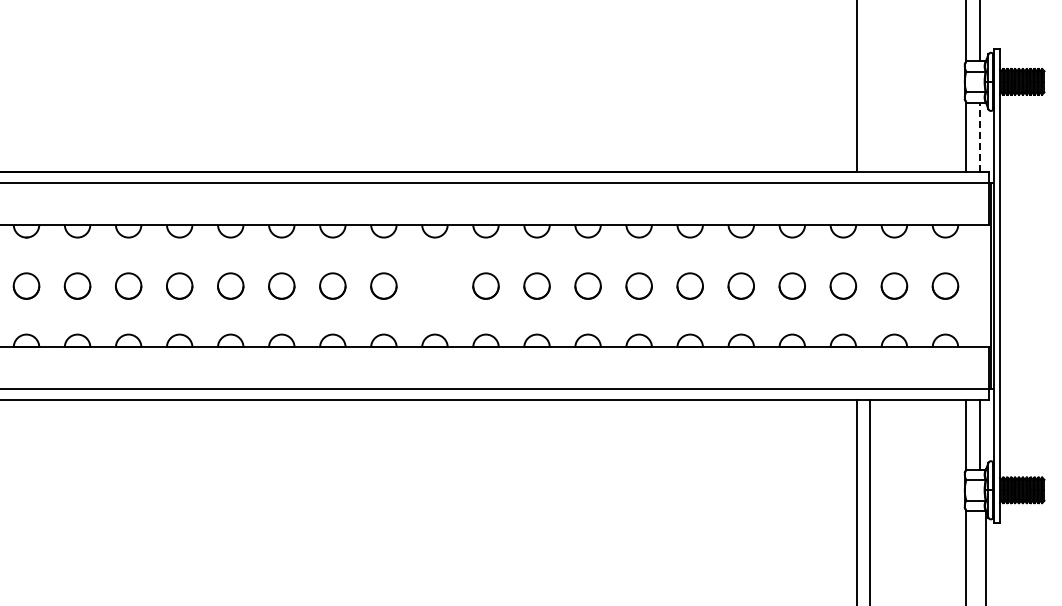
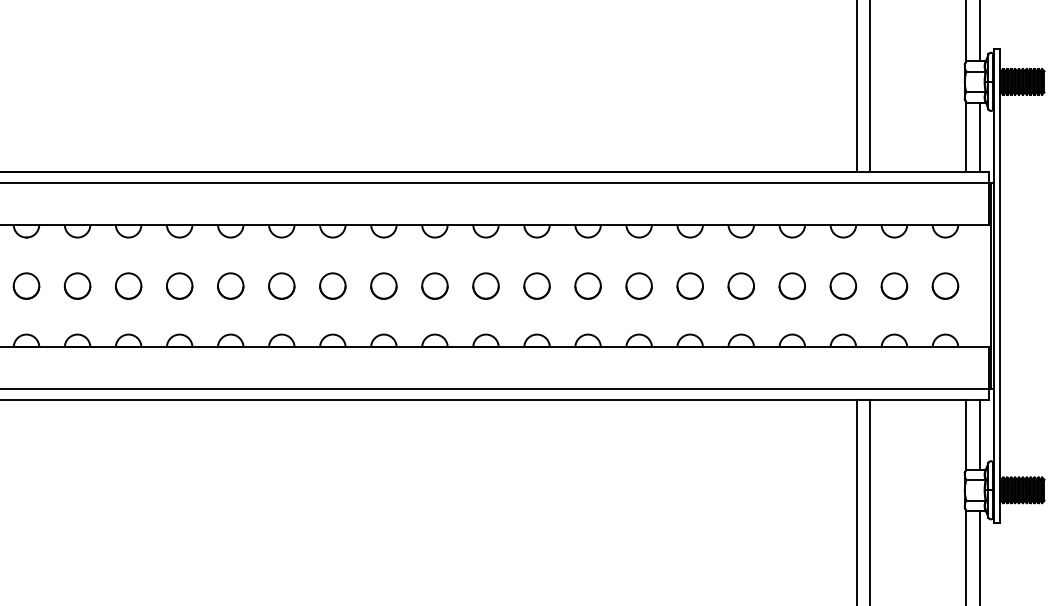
line at (870, 87): none -> present
line at (979, 137): dashed -> solid
circle at (434, 285): none -> present
line at (985, 556) position: (985, 556) -> (979, 556)
